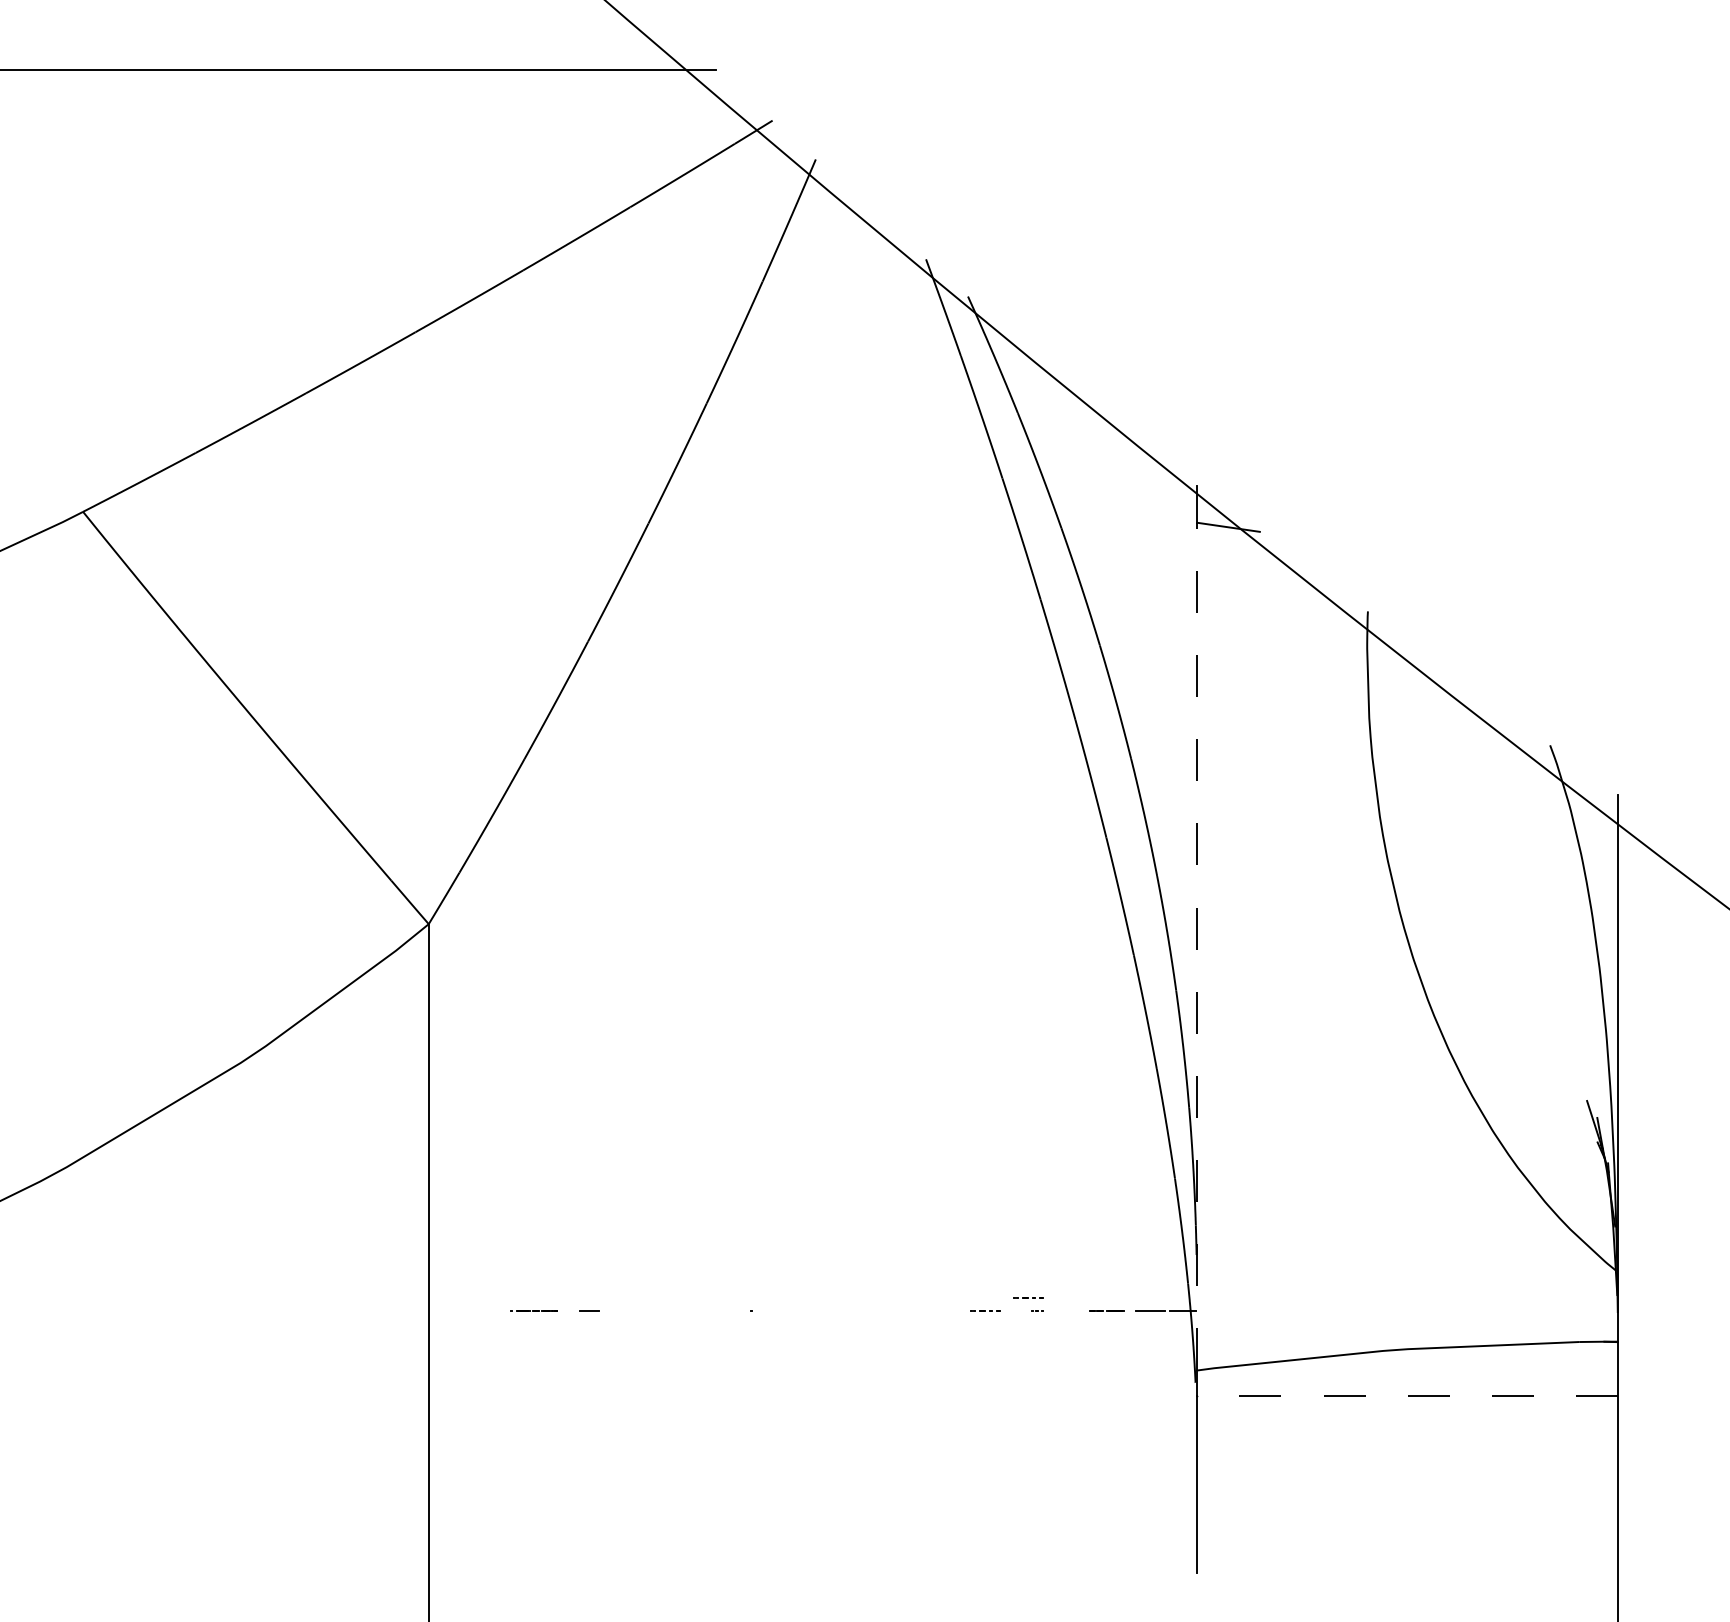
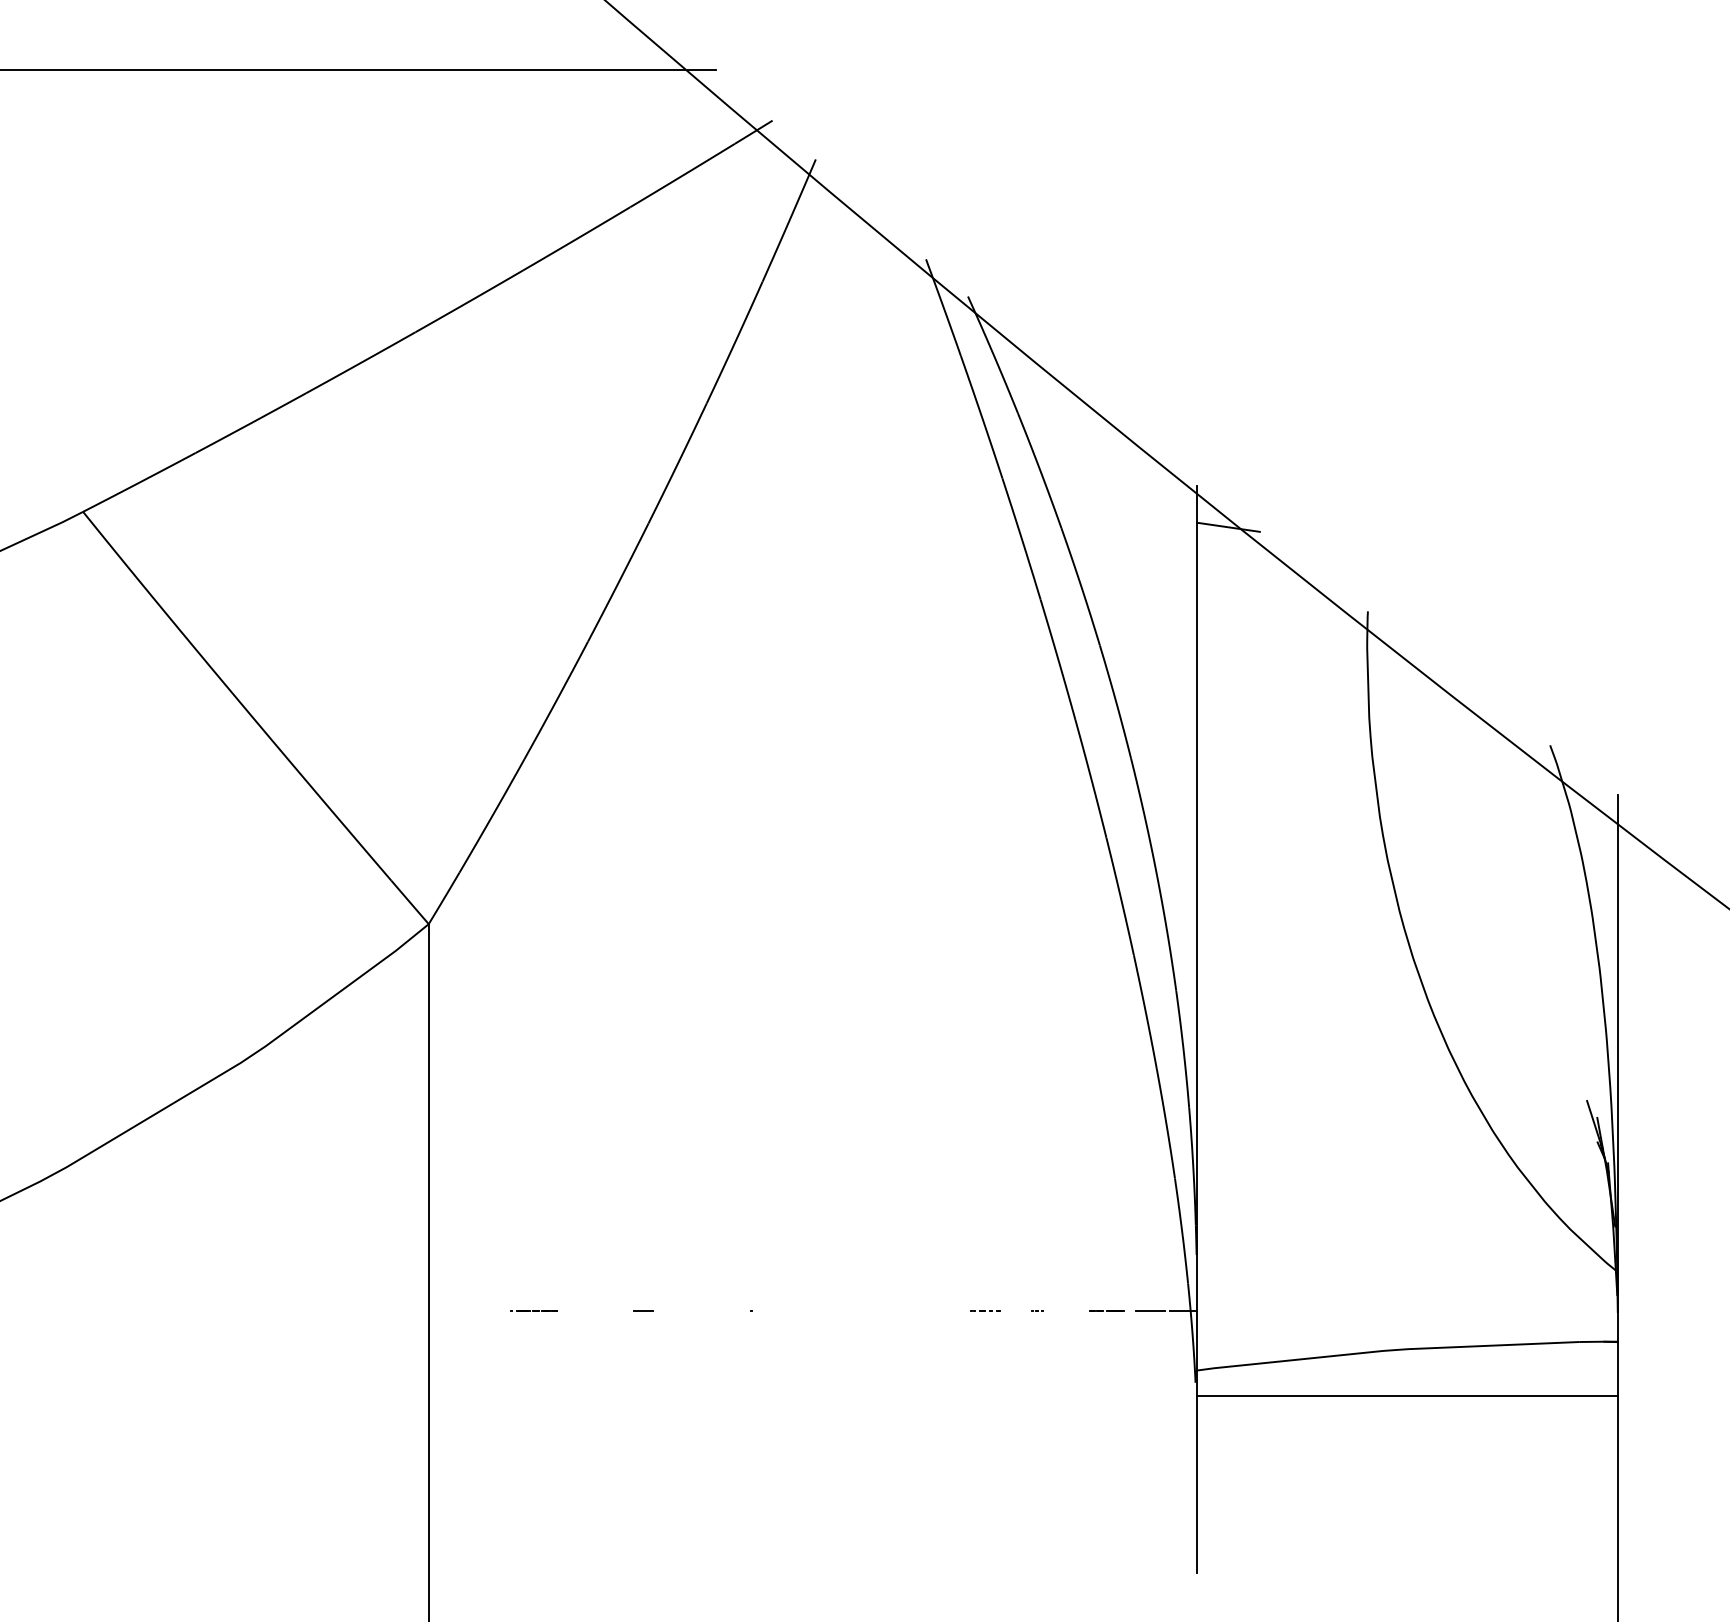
line at (1197, 946): dashed -> solid
line at (1028, 1297): present -> none
line at (589, 1310) position: (589, 1310) -> (643, 1310)
line at (1407, 1396): dashed -> solid
